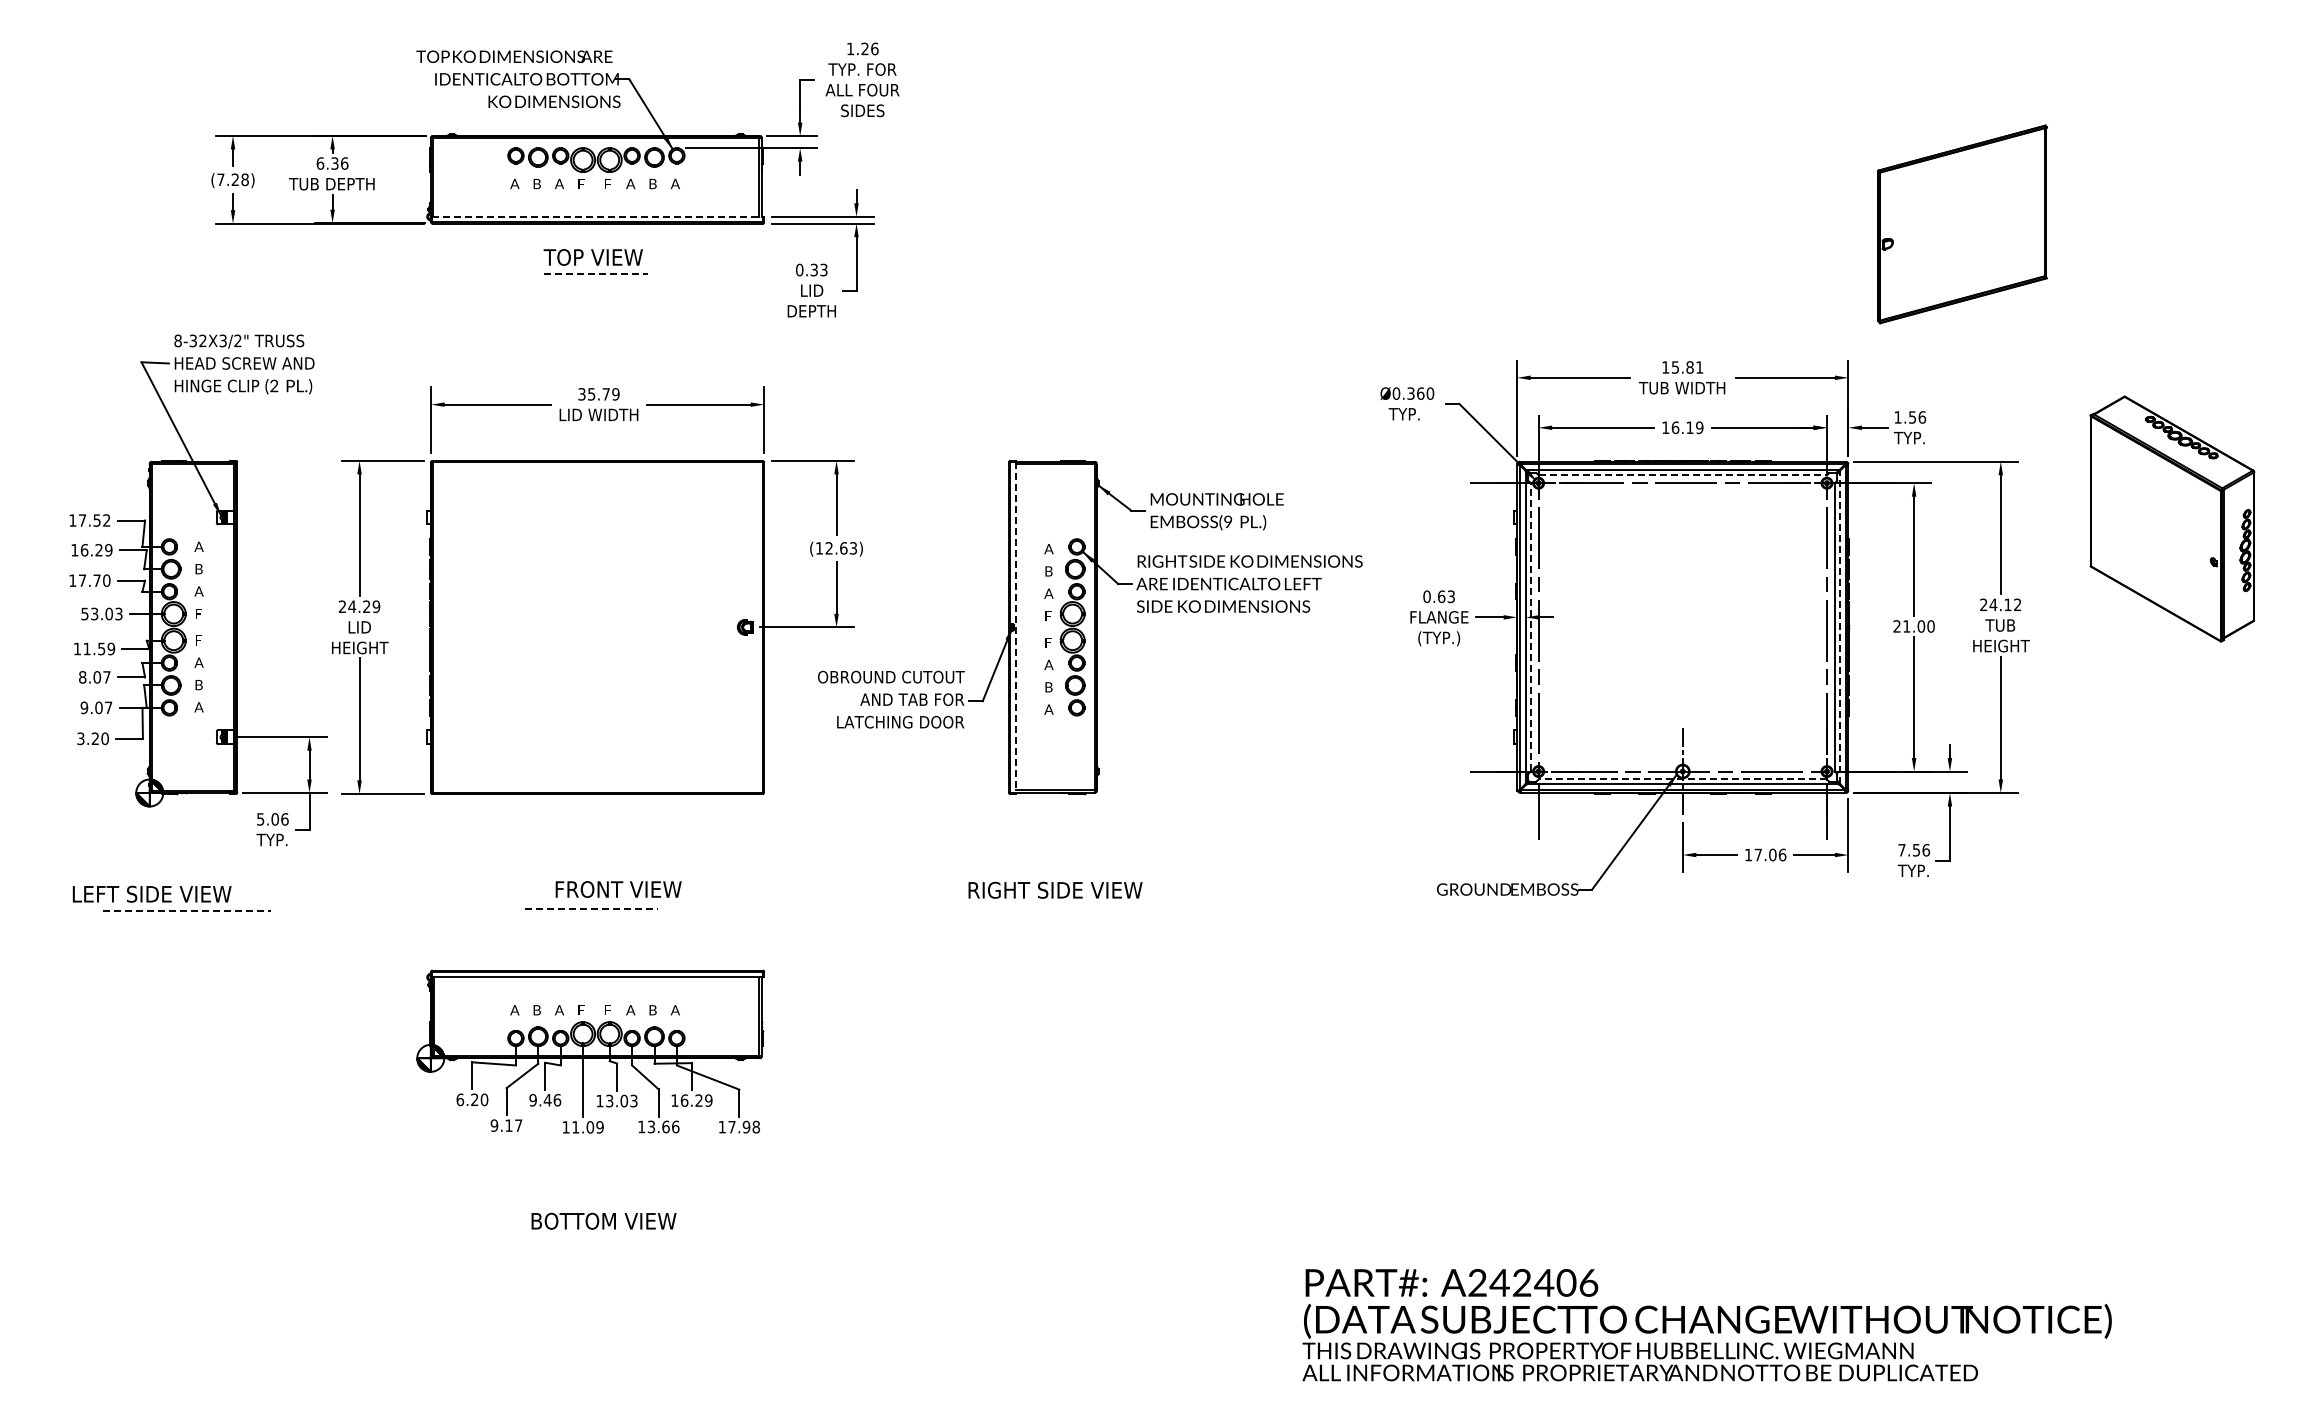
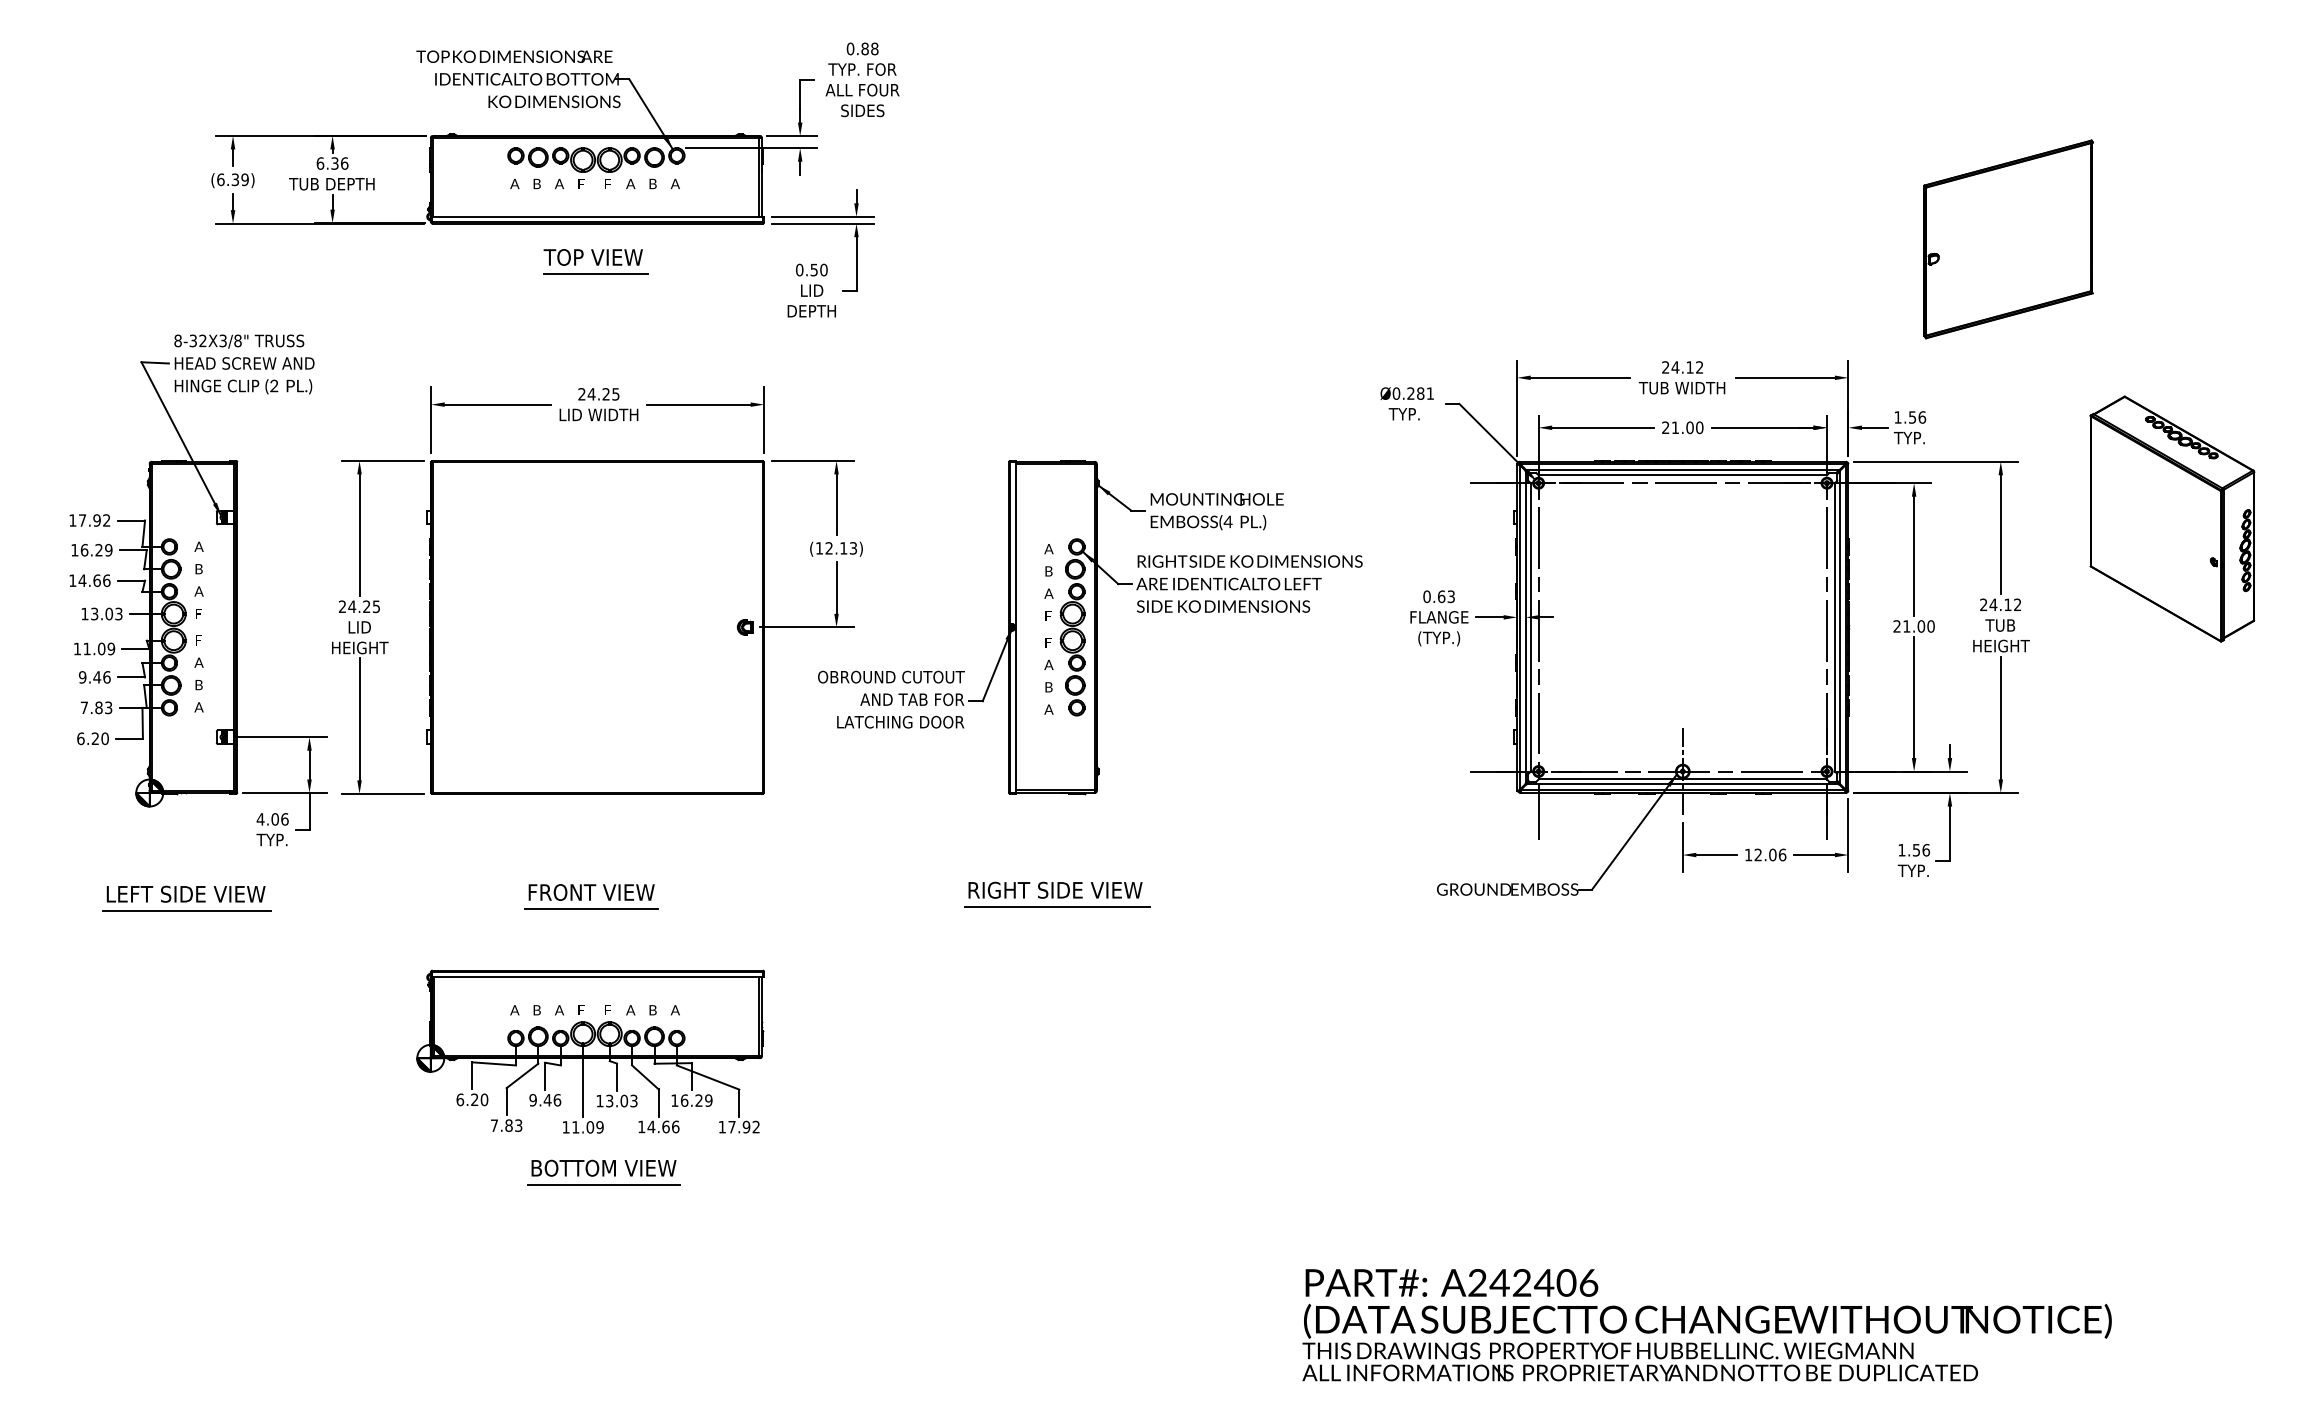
text at (862, 48): 1.26 -> 0.88
text at (232, 179): (7.28) -> (6.39)
line at (598, 216): dashed -> solid
part at (1962, 224) position: (1962, 224) -> (2008, 239)
text at (819, 269): 0.33 -> 0.50
line at (595, 273): dashed -> solid
text at (237, 340): 8-32X3/2" -> 8-32X3/8"
text at (1682, 367): 15.81 -> 24.12
text at (1420, 393): Ø0.360 -> Ø0.281
text at (598, 394): 35.79 -> 24.25
text at (1682, 427): 16.19 -> 21.00
line at (1682, 475): dashed -> solid
text at (96, 520): 17.52 -> 17.92
text at (1227, 521): (9 -> (4
text at (843, 548): (12.63) -> (12.13)
text at (94, 580): 17.70 -> 14.66
text at (376, 606): 24.29 -> 24.25
text at (84, 613): 53.03 -> 13.03
line at (1839, 626): dashed -> solid
line at (1015, 627): dashed -> solid
line at (1530, 627): dashed -> solid
text at (101, 648): 11.59 -> 11.09
text at (94, 677): 8.07 -> 9.46
text at (96, 707): 9.07 -> 7.83
text at (80, 738): 3.20 -> 6.20
line at (1682, 779): dashed -> solid
text at (260, 819): 5.06 -> 4.06
text at (1901, 850): 7.56 -> 1.56
text at (1757, 854): 17.06 -> 12.06
text at (618, 889) position: (618, 889) -> (591, 892)
text at (151, 893) position: (151, 893) -> (185, 893)
line at (1056, 906): none -> present
line at (591, 908): dashed -> solid
line at (186, 910): dashed -> solid
text at (506, 1125): 9.17 -> 7.83
text at (651, 1126): 13.66 -> 14.66
text at (755, 1127): 17.98 -> 17.92
line at (603, 1184): none -> present
text at (603, 1220) position: (603, 1220) -> (603, 1167)
